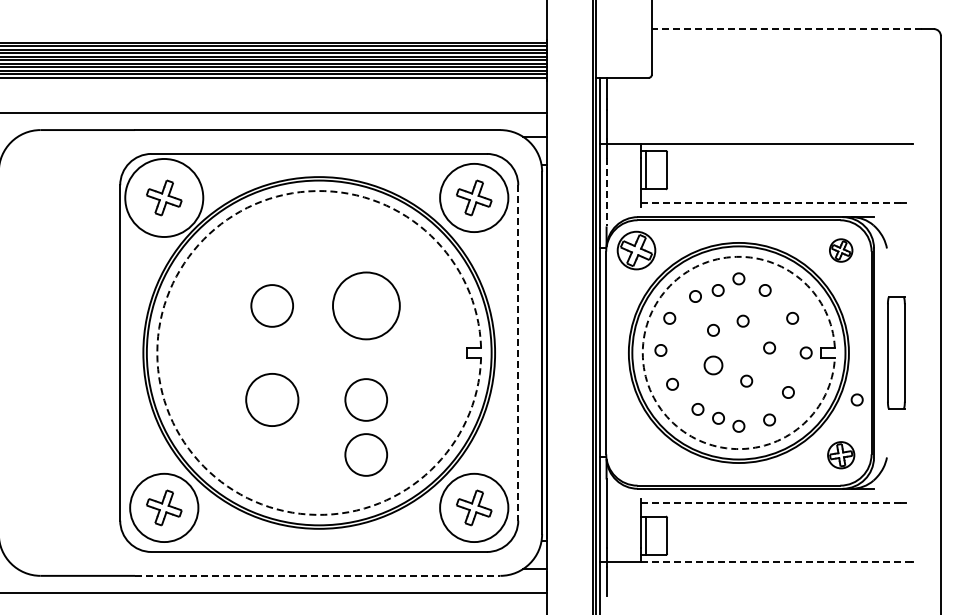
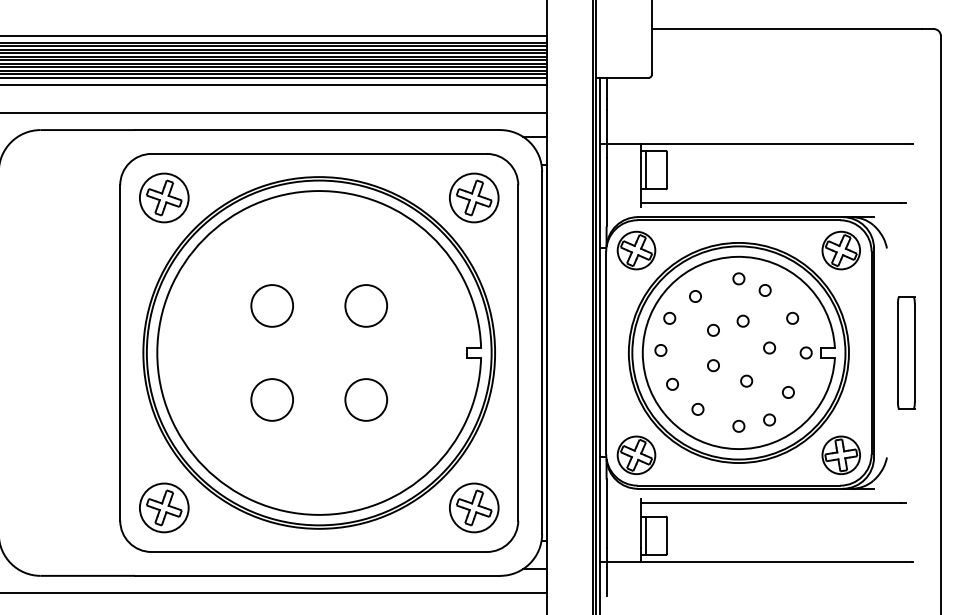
line at (786, 29): dashed -> solid
line at (274, 36): none -> present
line at (274, 84): none -> present
line at (606, 192): dashed -> solid
circle at (164, 197) diameter: 78 px -> 49 px
circle at (474, 197) diameter: 68 px -> 49 px
line at (771, 203): dashed -> solid
part at (841, 250) size: 25x25 px -> 40x41 px
part at (717, 290): present -> none
part at (366, 305) size: 69x70 px -> 44x44 px
arc at (157, 352): dashed -> solid
line at (518, 352): dashed -> solid
arc at (642, 352): dashed -> solid
part at (896, 352) position: (896, 352) -> (906, 352)
part at (713, 365) size: 21x21 px -> 13x14 px
part at (272, 399) size: 55x54 px -> 44x44 px
part at (856, 399): present -> none
part at (718, 417): present -> none
part at (365, 454): present -> none
part at (636, 454): none -> present
part at (841, 455) size: 29x29 px -> 40x40 px
line at (771, 502): dashed -> solid
circle at (164, 507) diameter: 68 px -> 49 px
circle at (474, 507) diameter: 68 px -> 49 px
line at (777, 561): dashed -> solid
line at (317, 575): dashed -> solid
